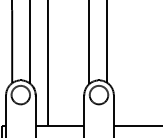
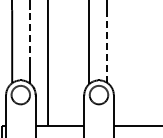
line at (30, 36): solid -> dashed
line at (107, 45): solid -> dashed
